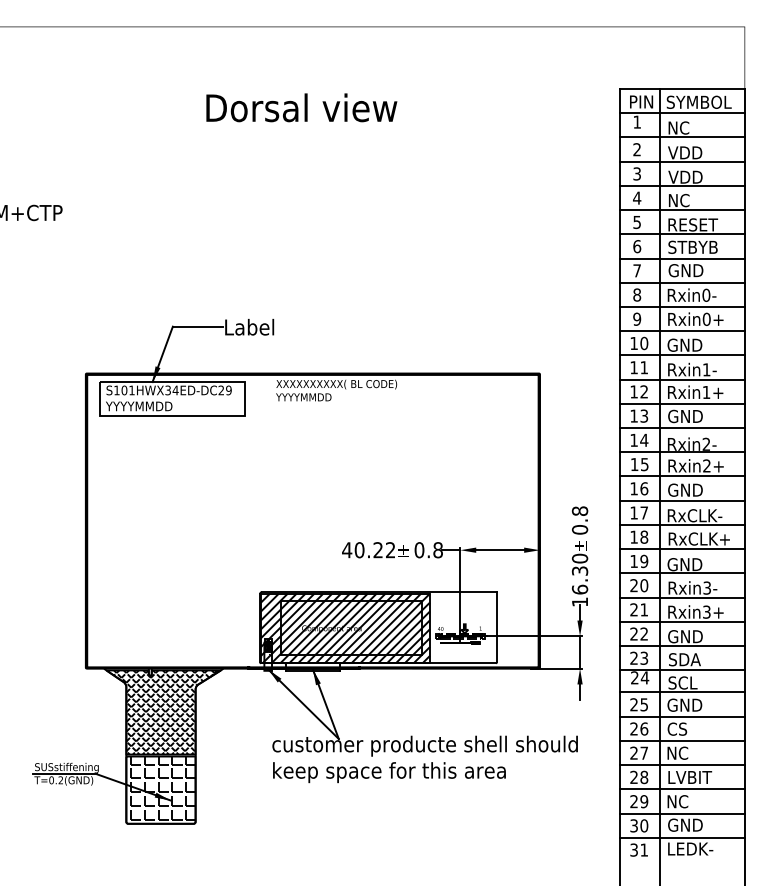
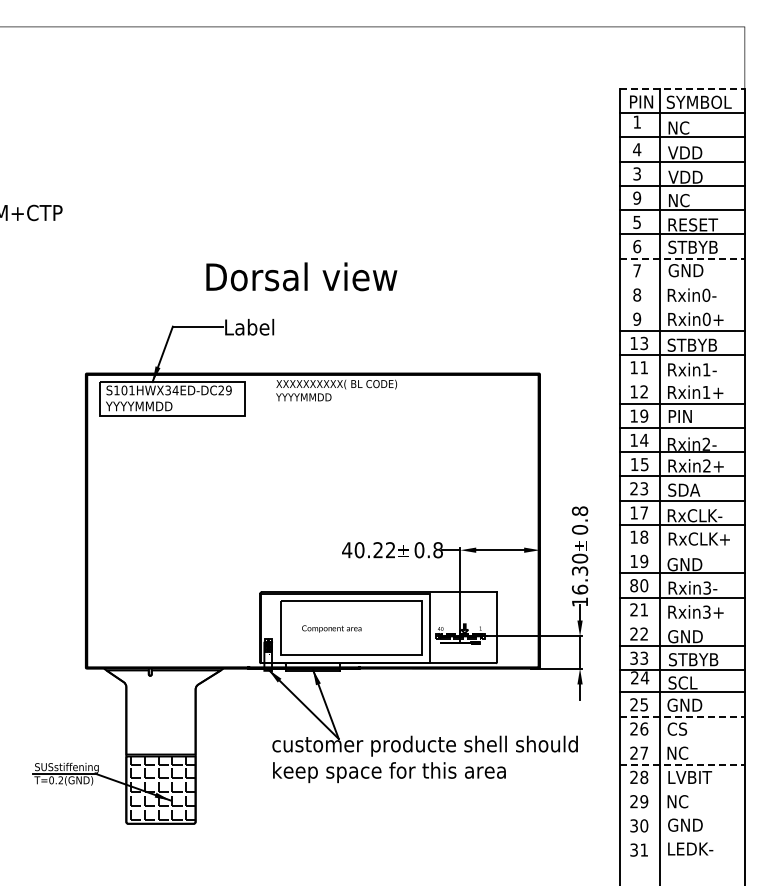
line at (683, 88): solid -> dashed
text at (301, 107) position: (301, 107) -> (301, 276)
text at (637, 149): 2 -> 4
text at (637, 197): 4 -> 9
line at (683, 258): solid -> dashed
line at (682, 282): present -> none
line at (682, 306): present -> none
text at (644, 343): 10 -> 13
text at (691, 344): GND -> STBYB
line at (682, 379): present -> none
text at (644, 415): 13 -> 19
text at (685, 416): GND -> PIN
text at (639, 488): 16 -> 23
text at (685, 489): GND -> SDA
line at (682, 549): present -> none
text at (634, 585): 20 -> 80
line at (682, 621): present -> none
hatch at (345, 627): present -> none
text at (633, 658): 23 -> 33
text at (698, 659): SDA -> STBYB
hatch at (162, 712): present -> none
line at (683, 716): solid -> dashed
line at (682, 740): present -> none
line at (683, 765): solid -> dashed
line at (682, 789): present -> none
line at (682, 813): present -> none
line at (682, 837): present -> none
